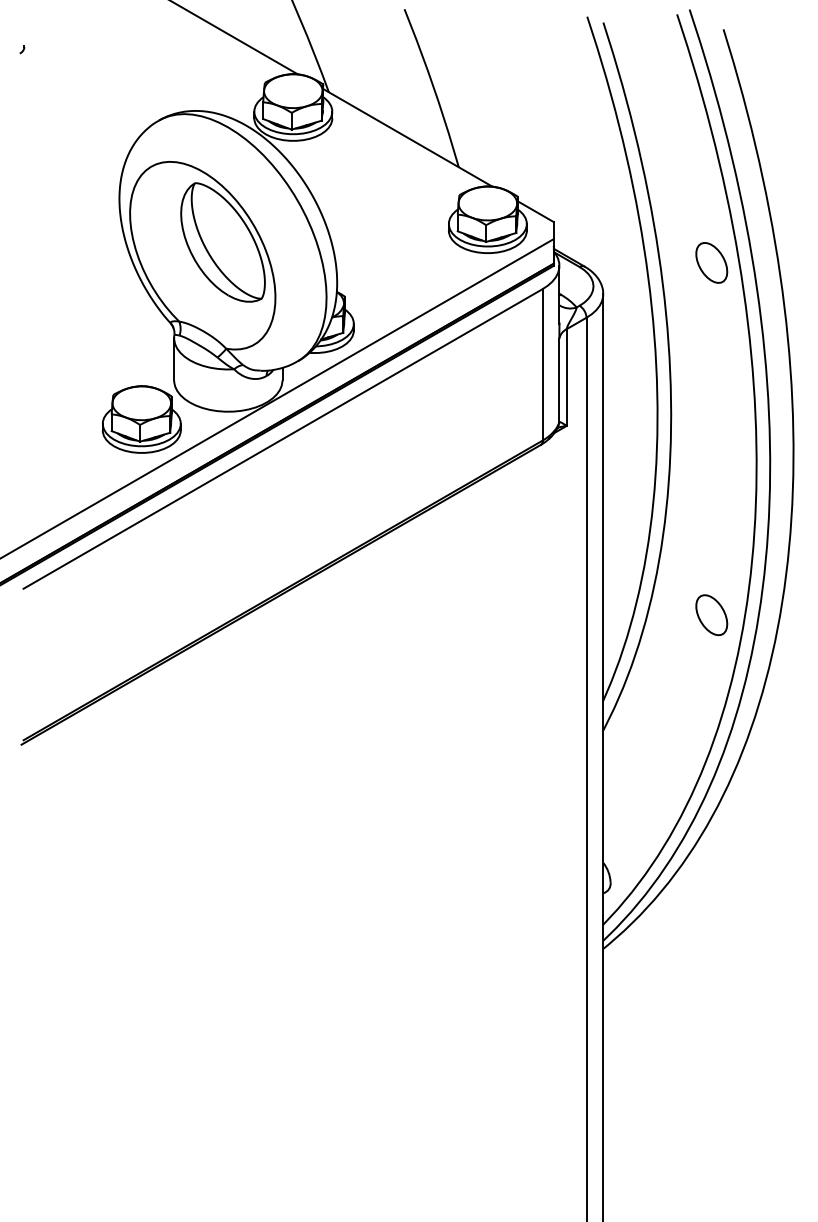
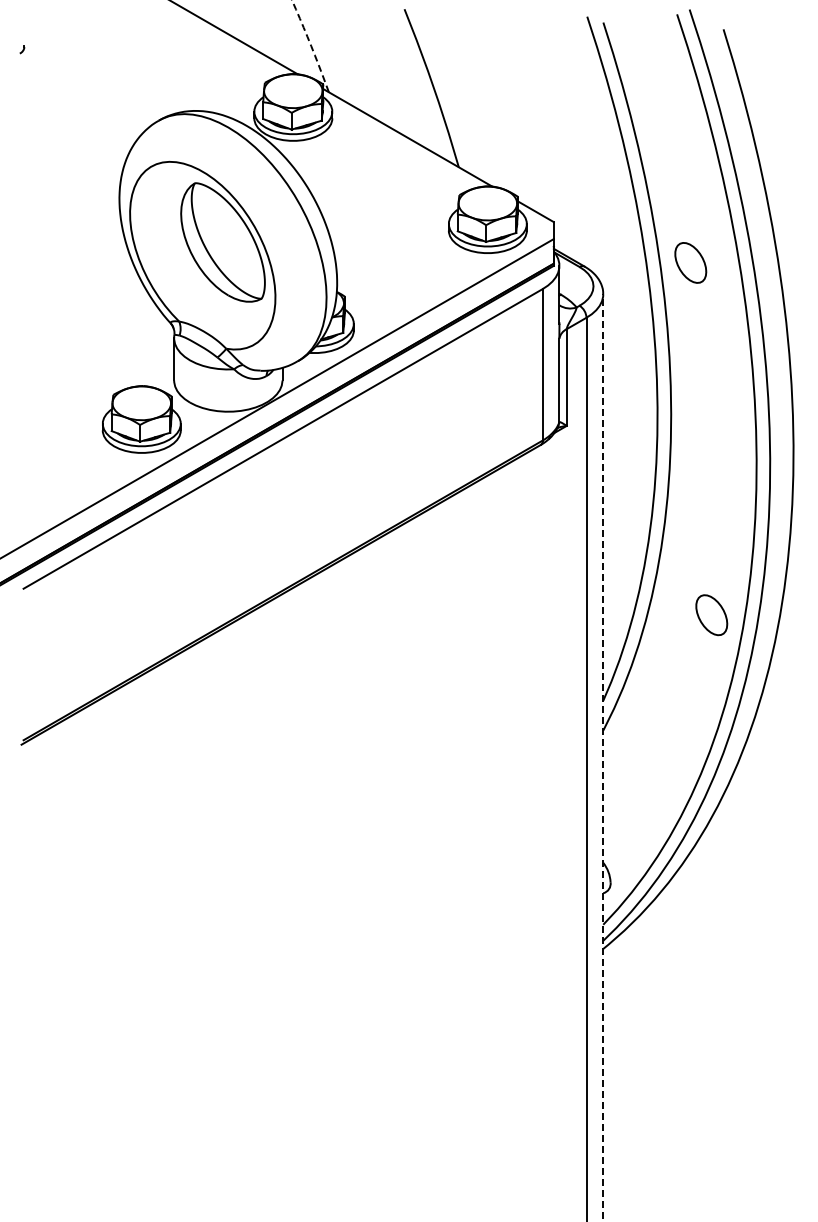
arc at (311, 46): solid -> dashed
part at (711, 262) position: (711, 262) -> (690, 262)
line at (603, 757): solid -> dashed
